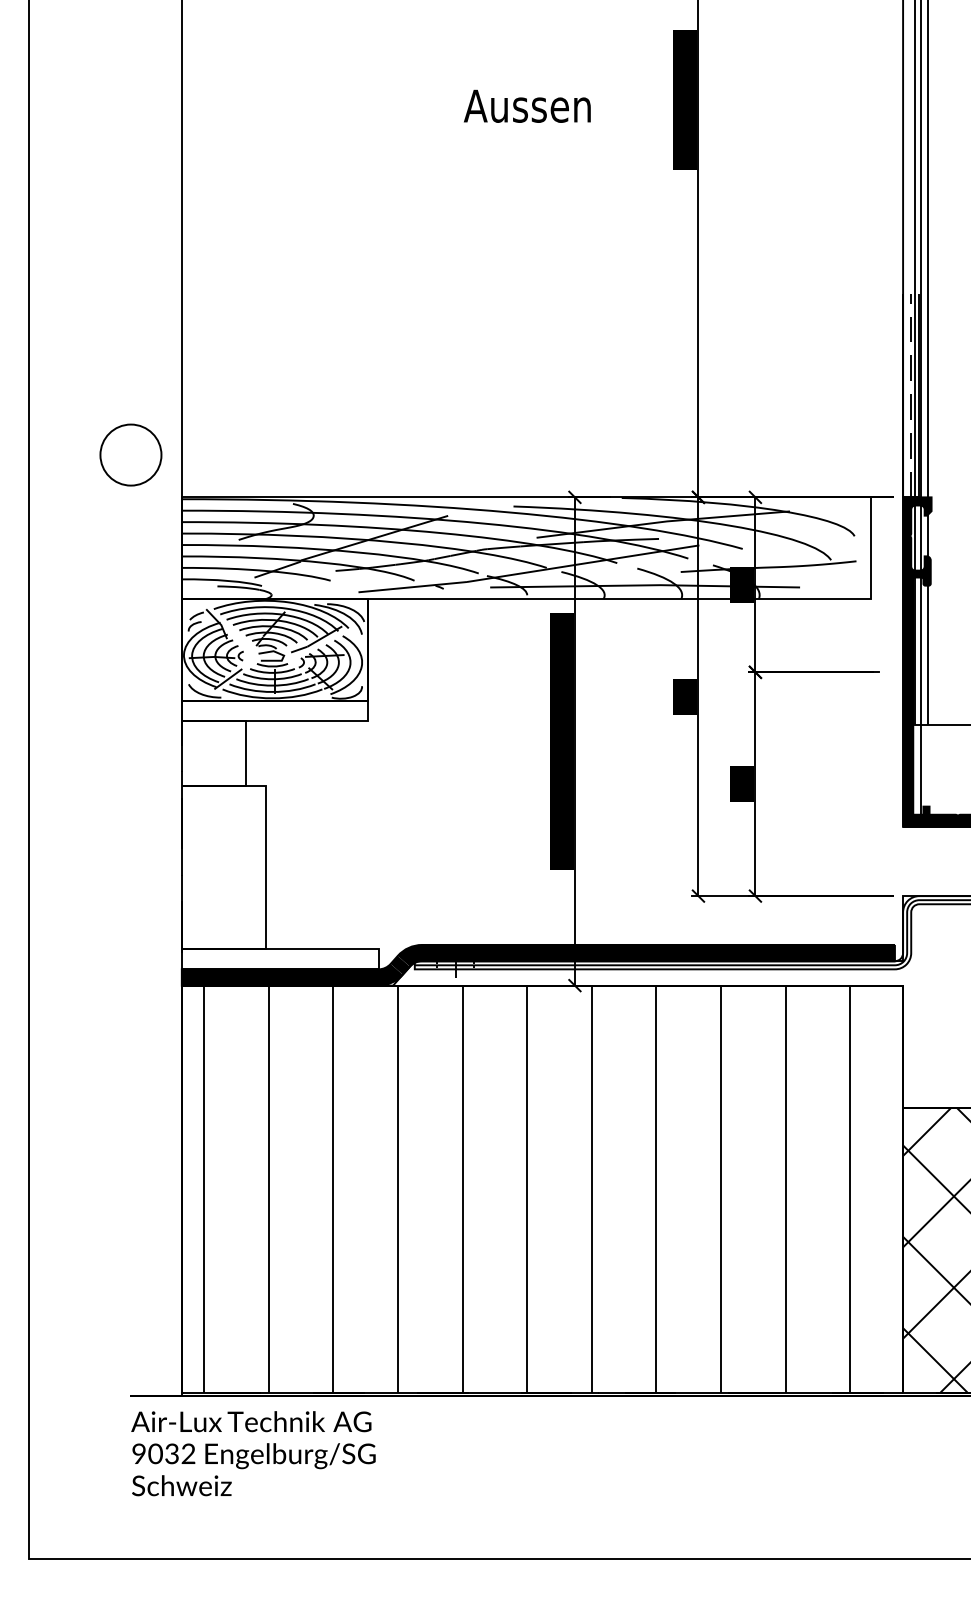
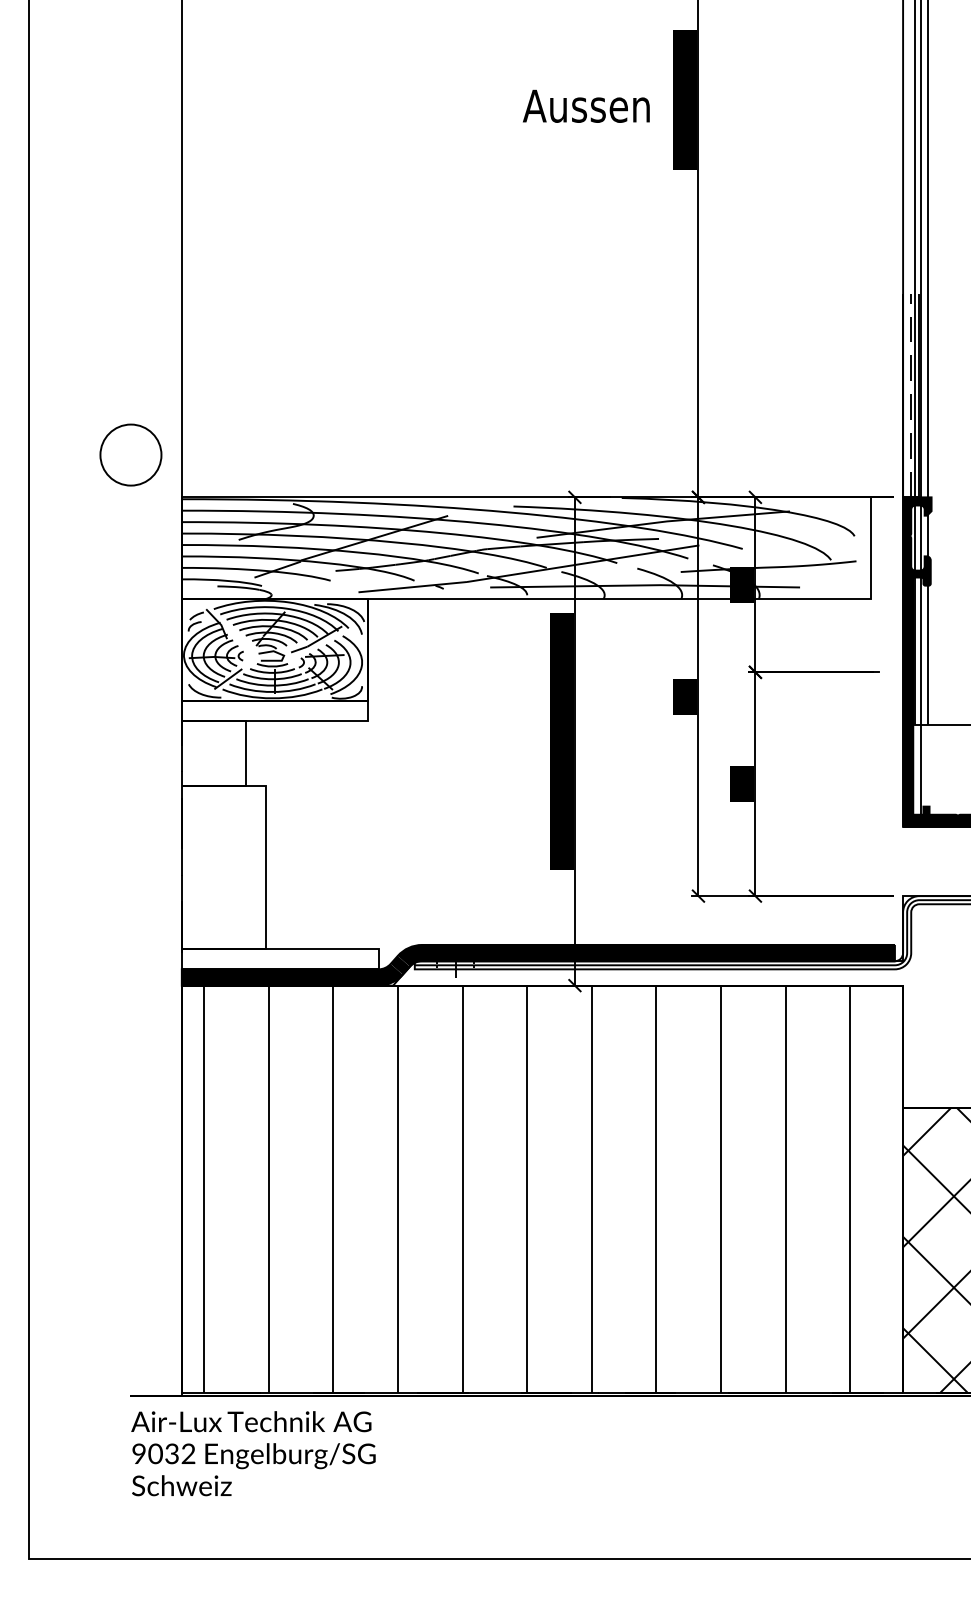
text at (527, 105) position: (527, 105) -> (586, 105)
